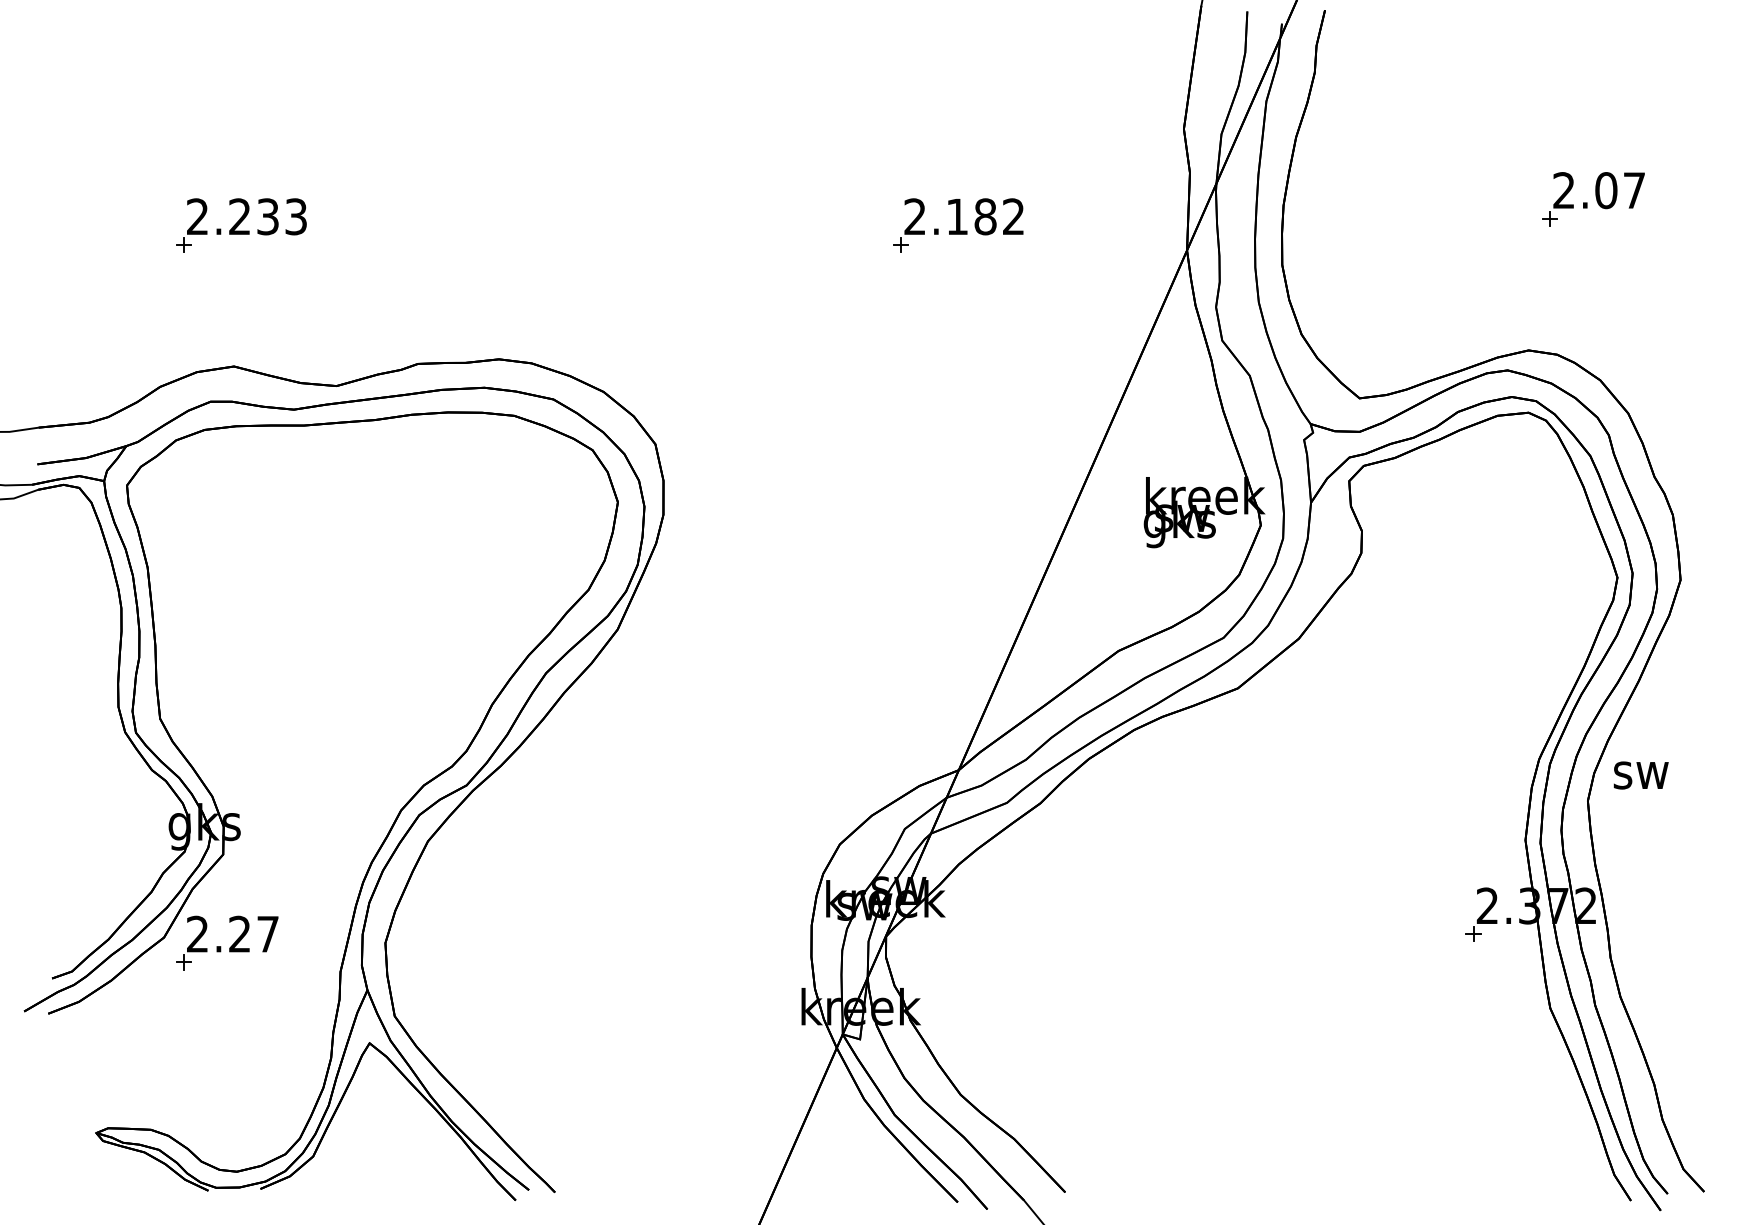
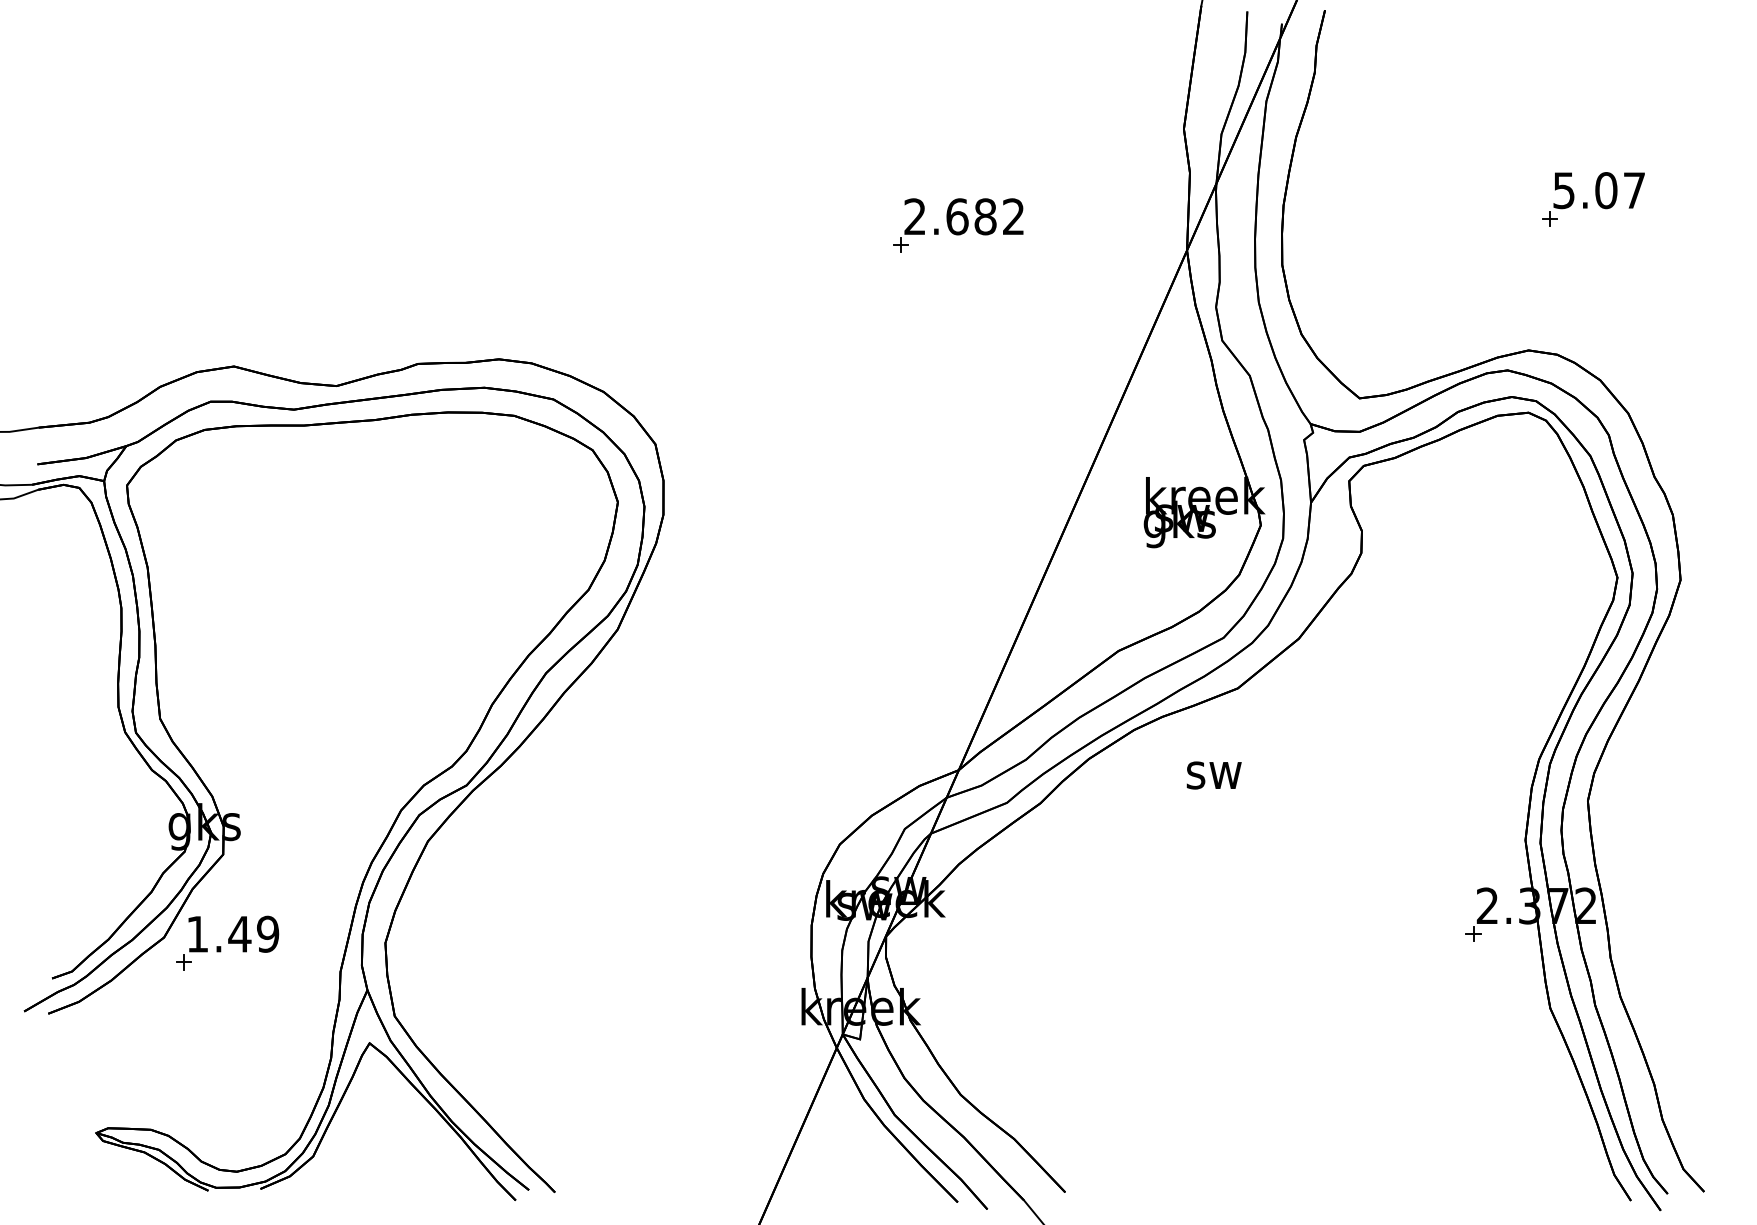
text at (1563, 190): 2.07 -> 5.07
text at (957, 216): 2.182 -> 2.682
part at (241, 225): present -> none
text at (1640, 775) position: (1640, 775) -> (1213, 775)
text at (233, 933): 2.27 -> 1.49
